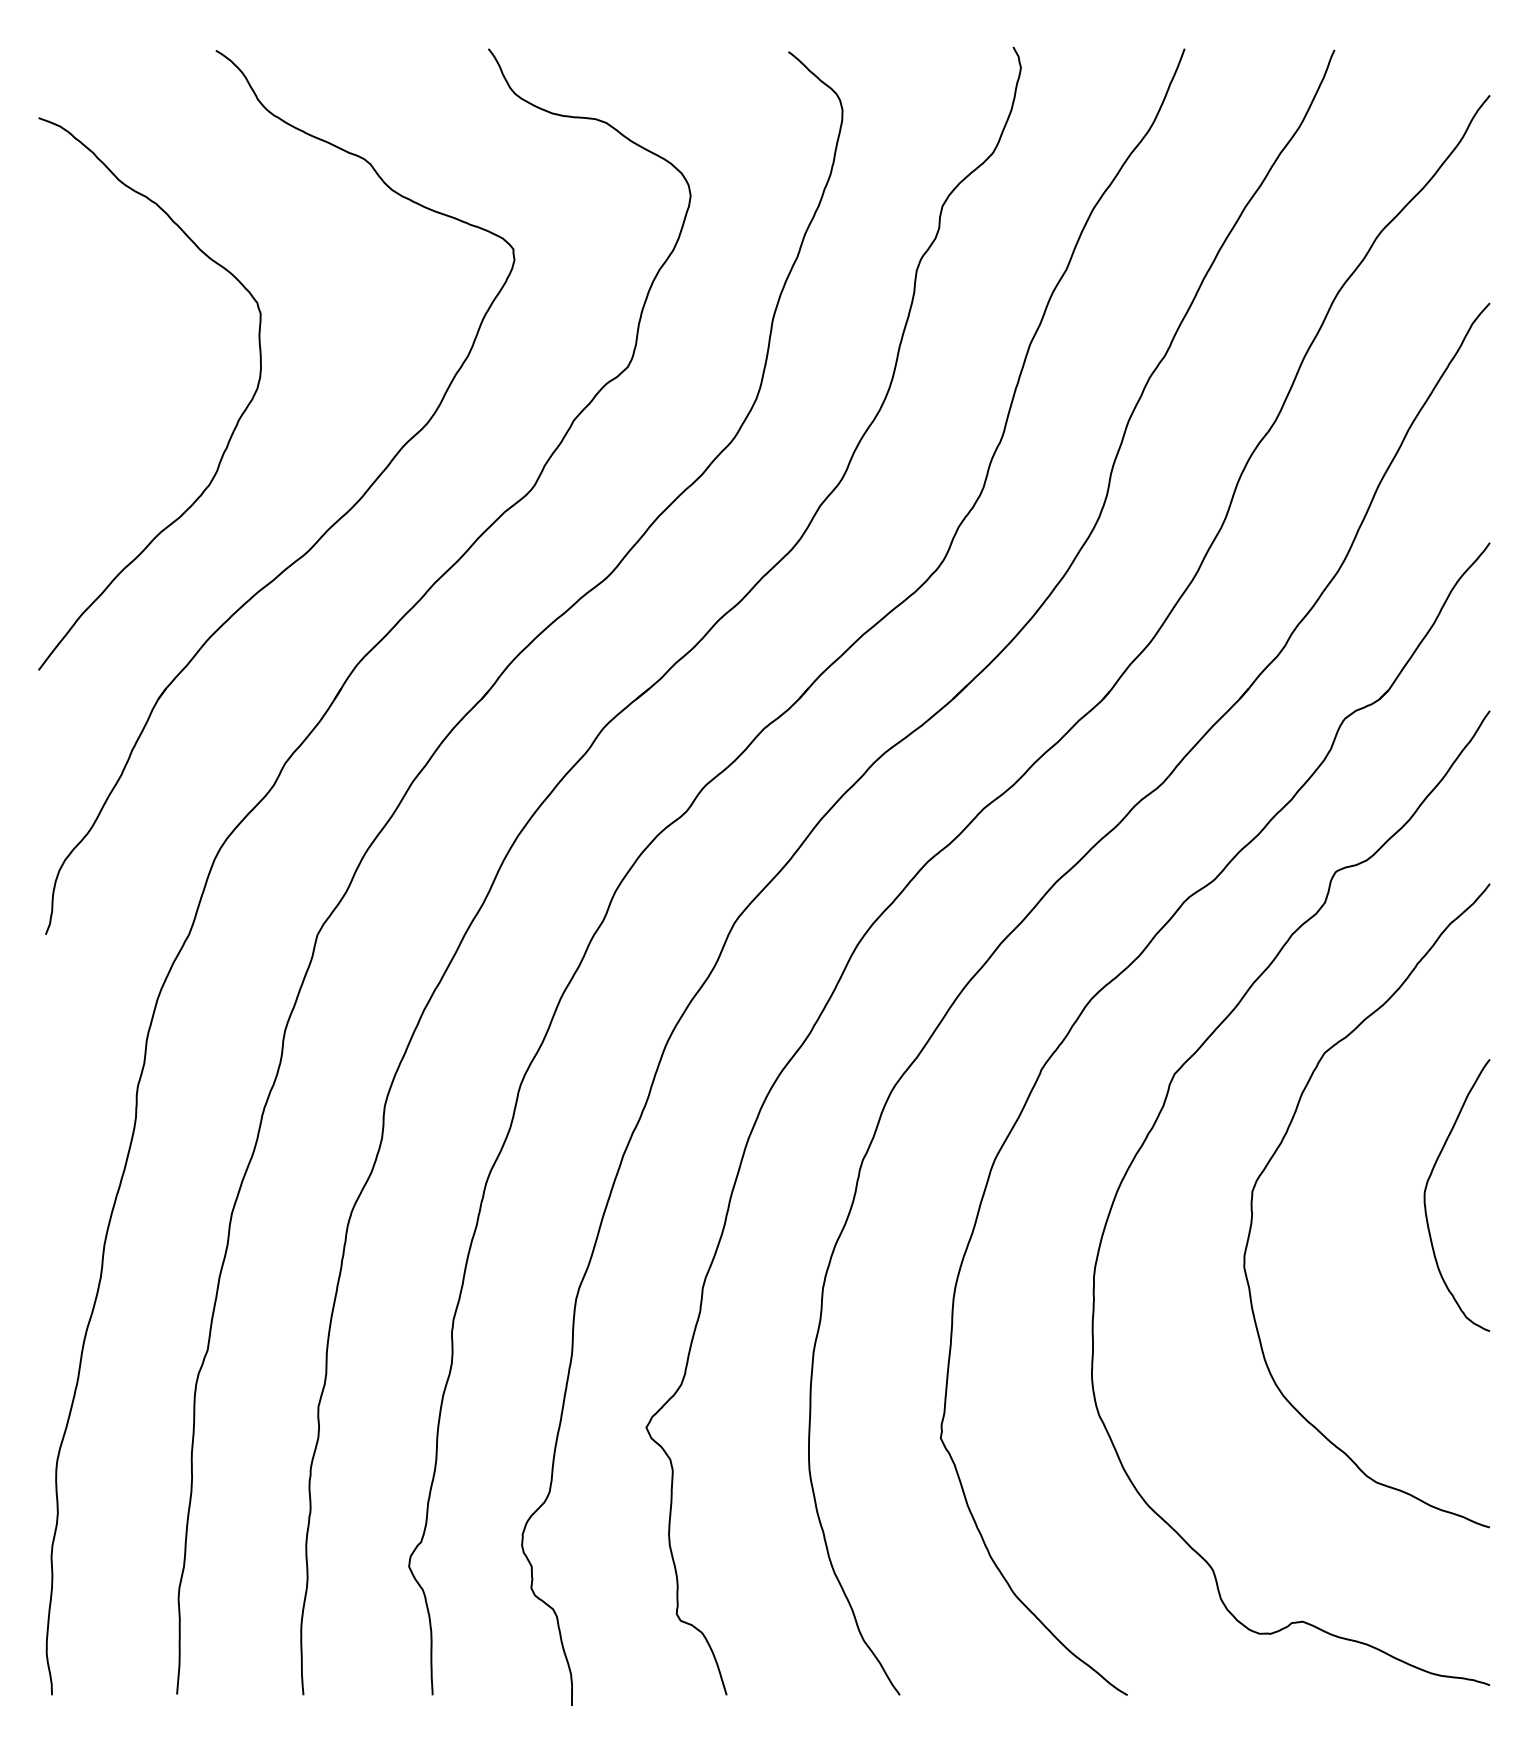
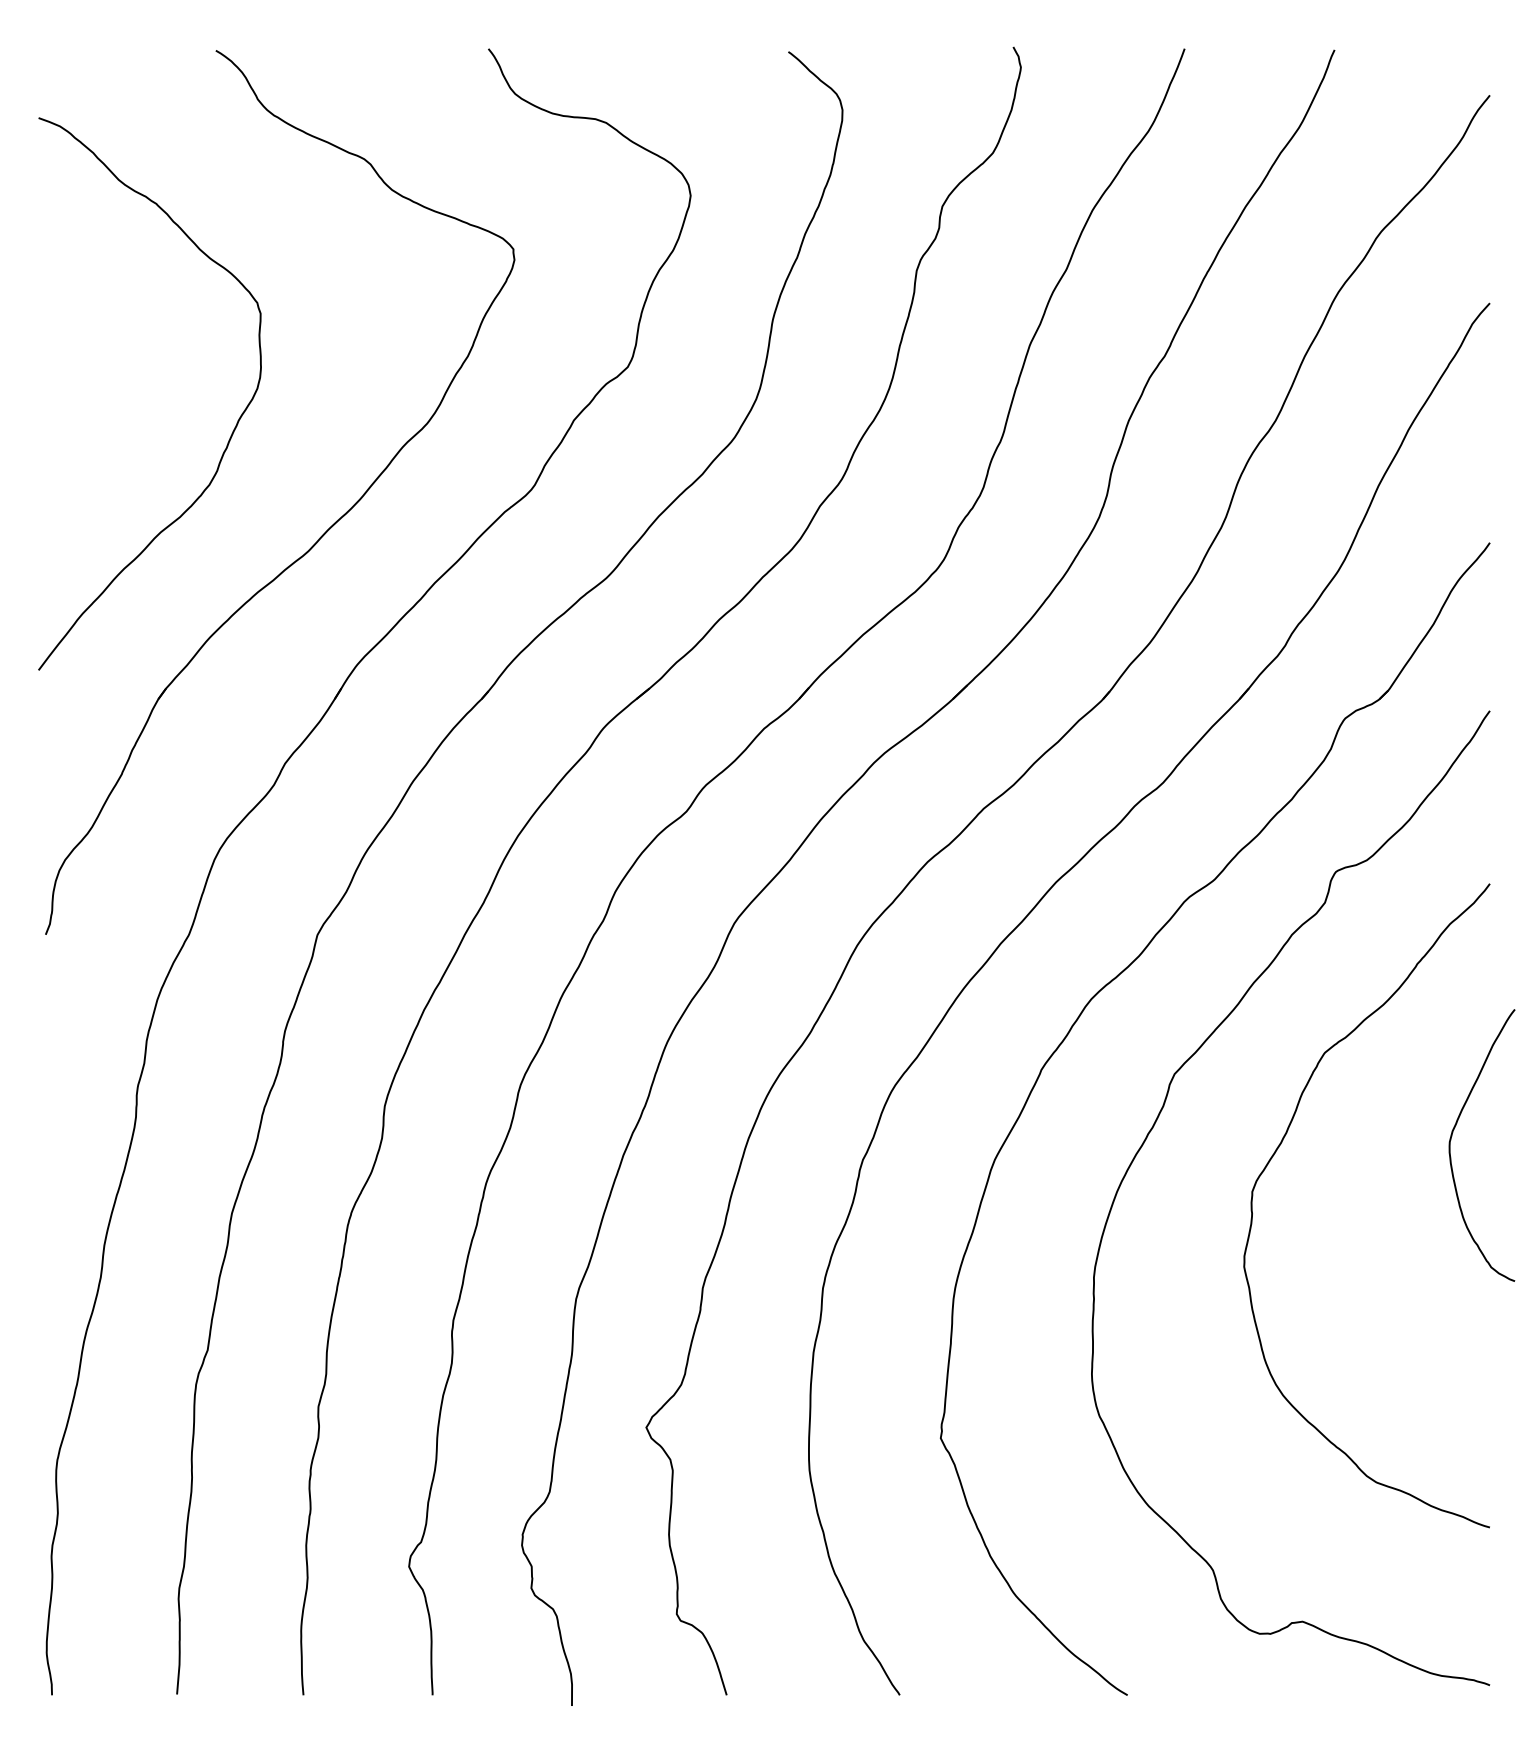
curve at (1427, 1186) position: (1427, 1186) -> (1452, 1136)
